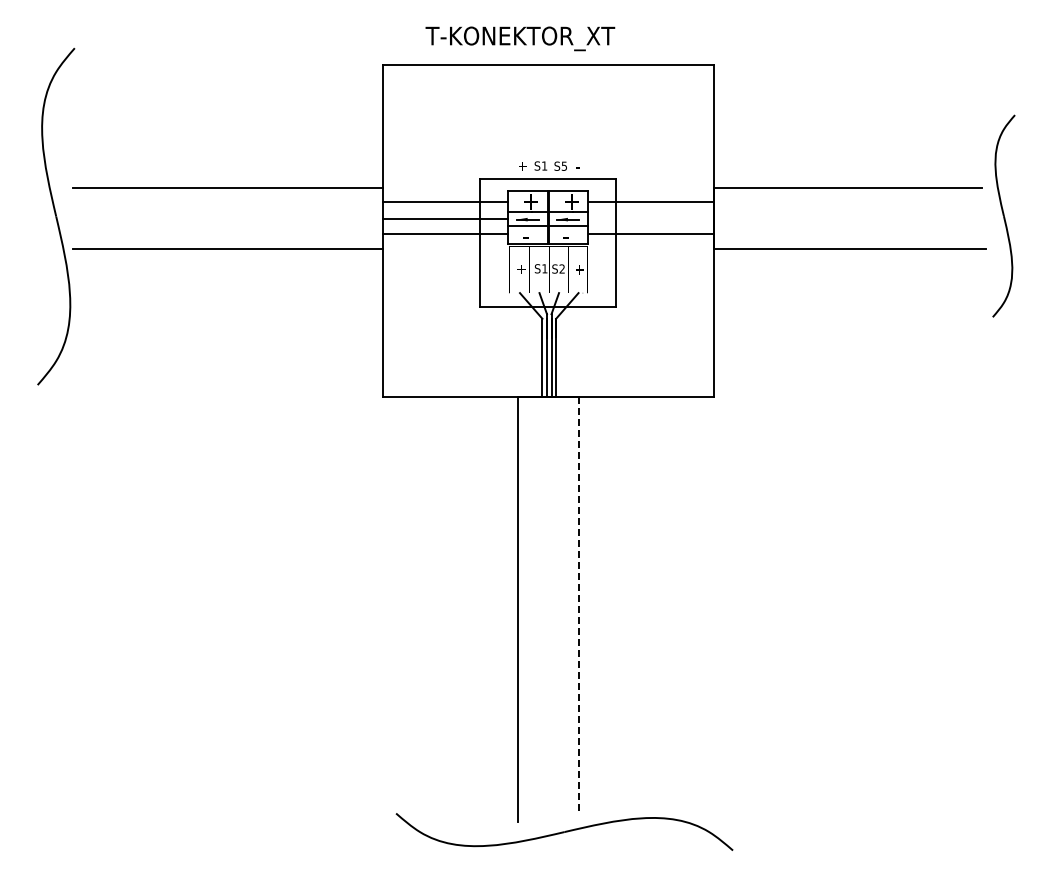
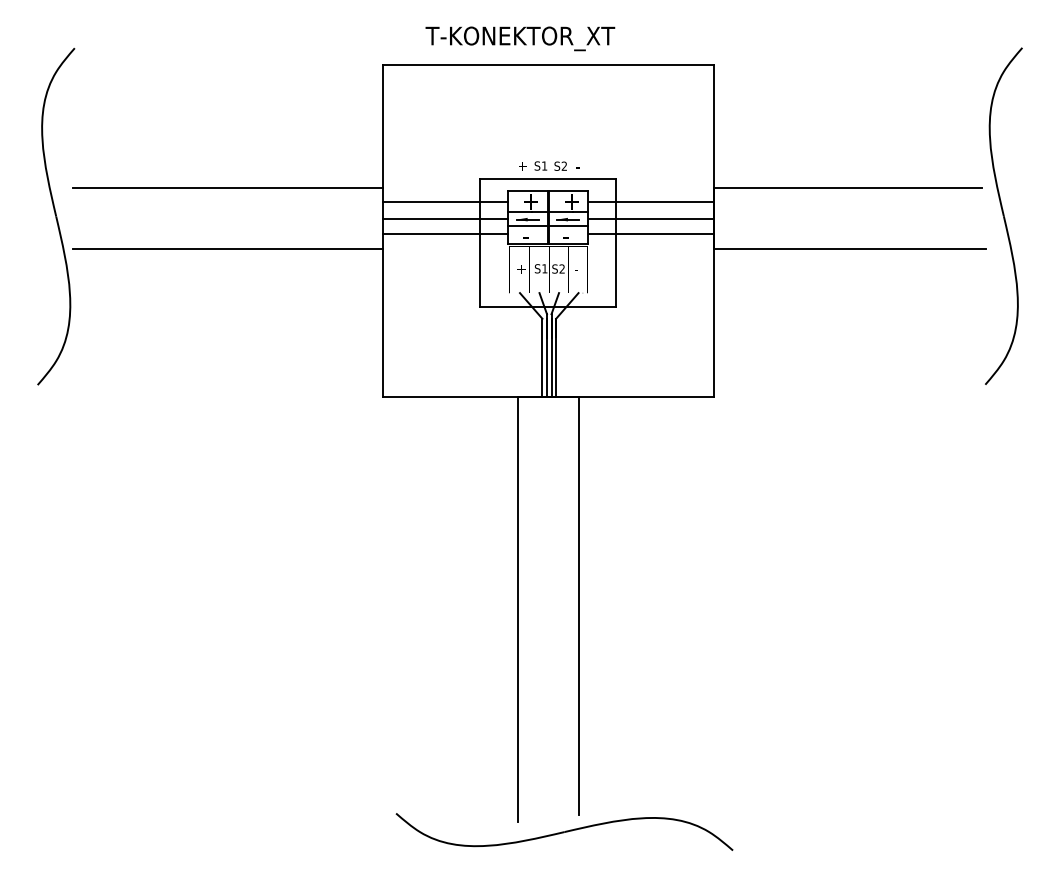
text at (563, 165): S5 -> S2
part at (1003, 215) size: 24x204 px -> 38x338 px
line at (651, 218): none -> present
text at (579, 269): + -> -
line at (578, 606): dashed -> solid
